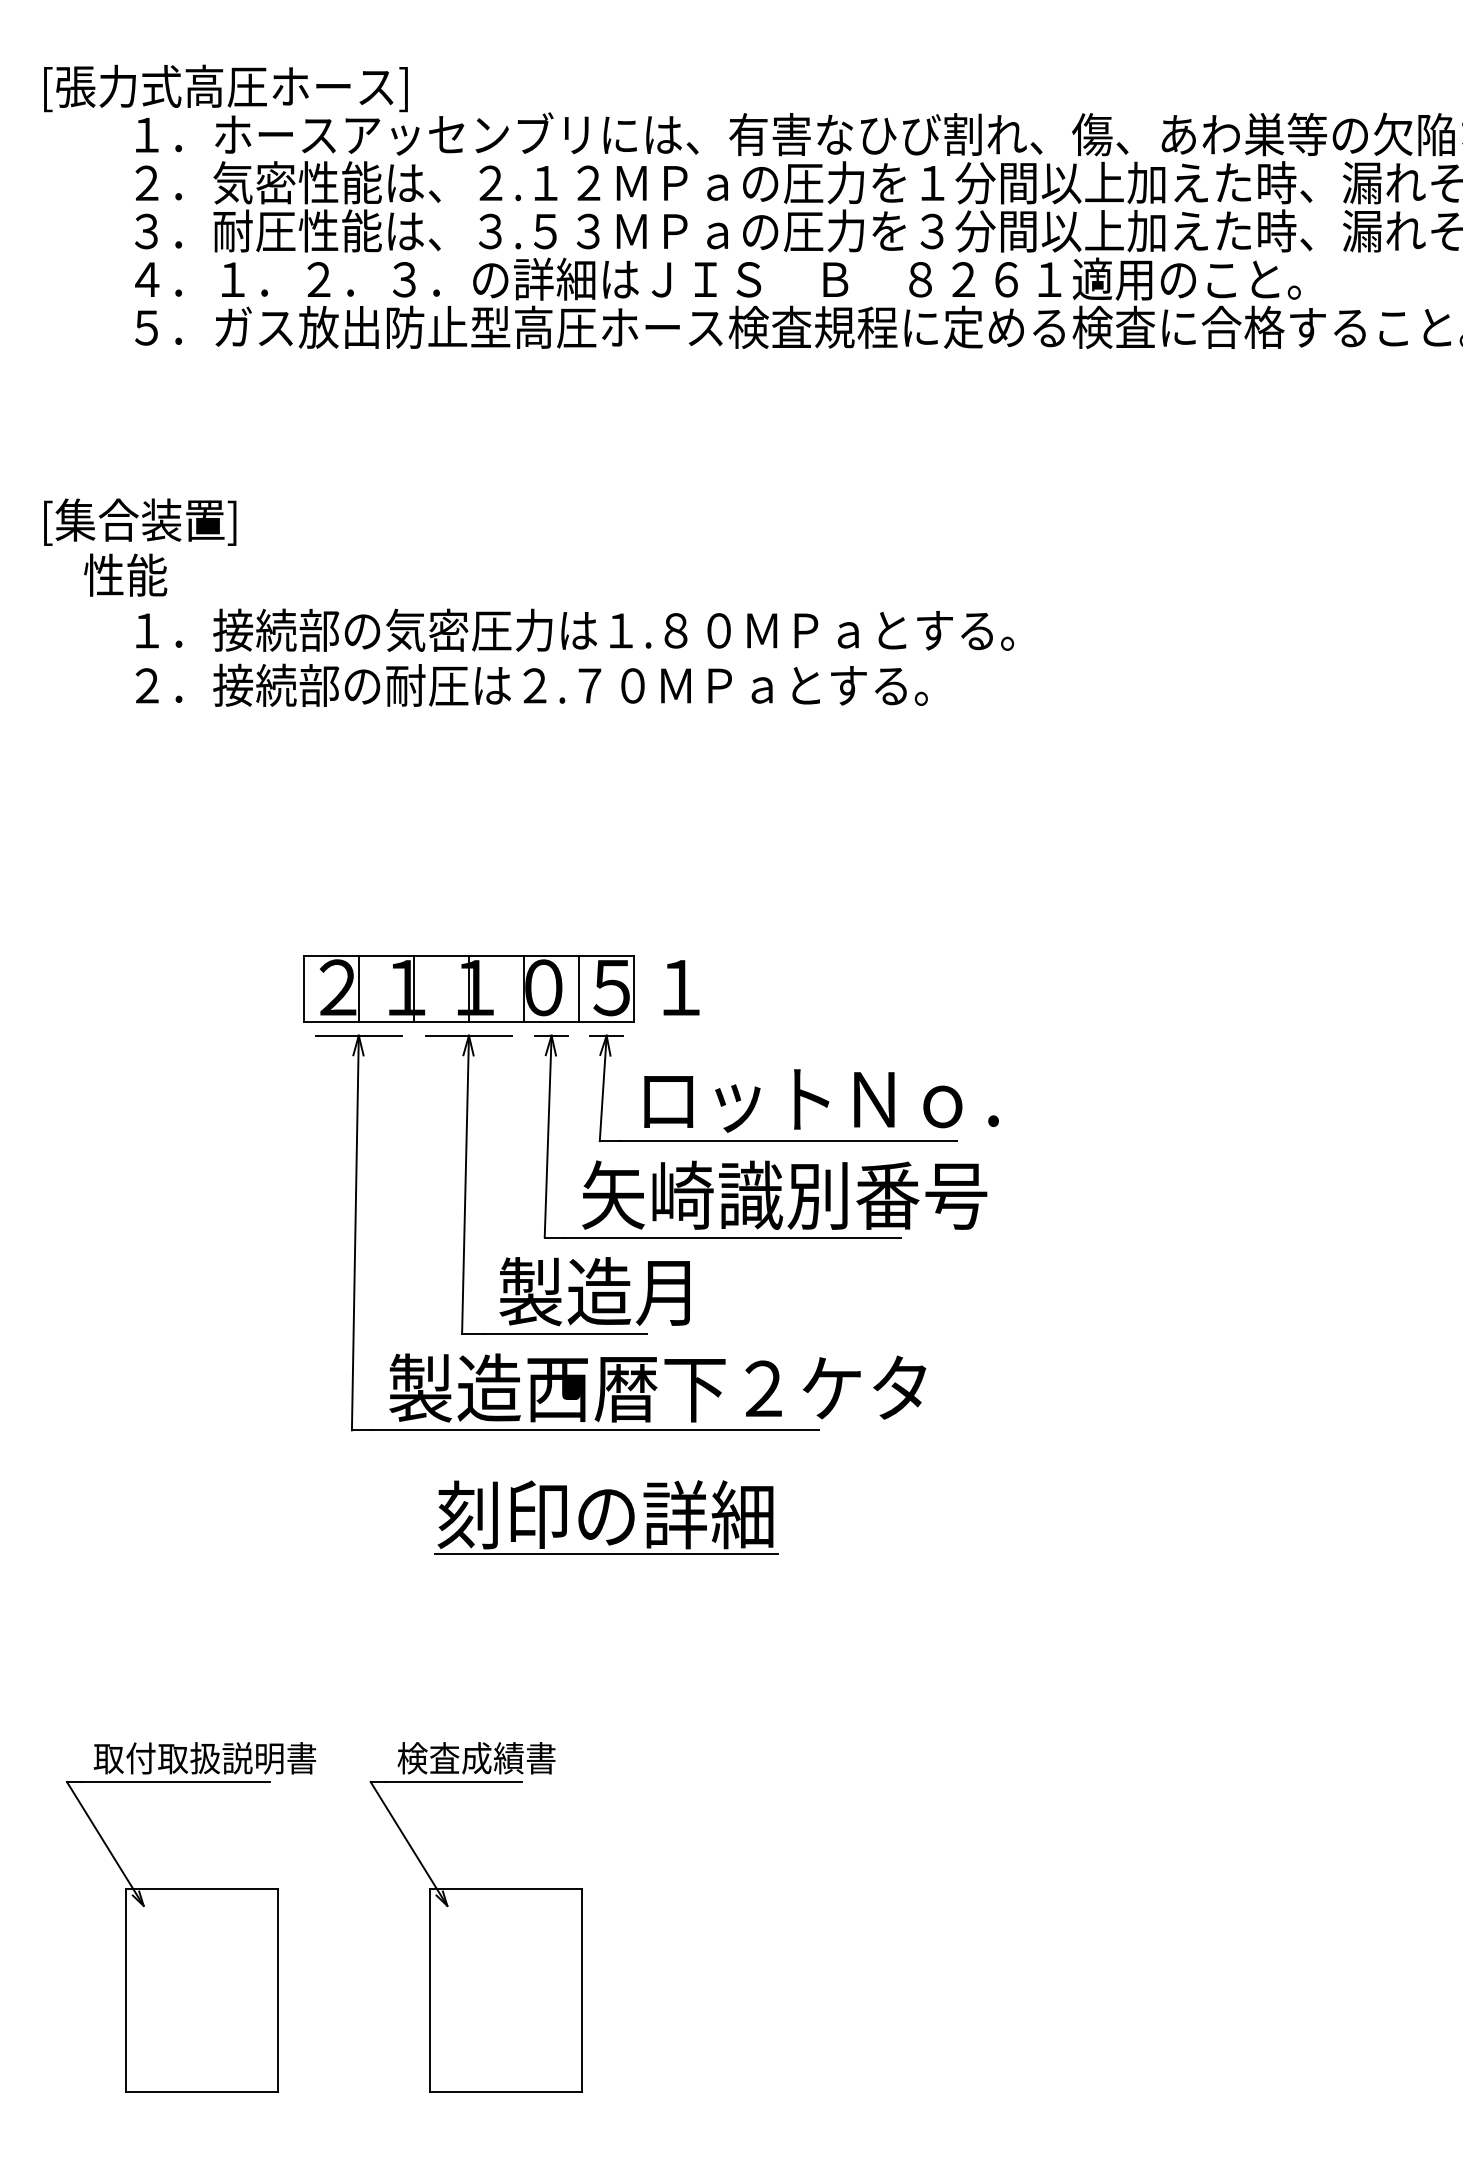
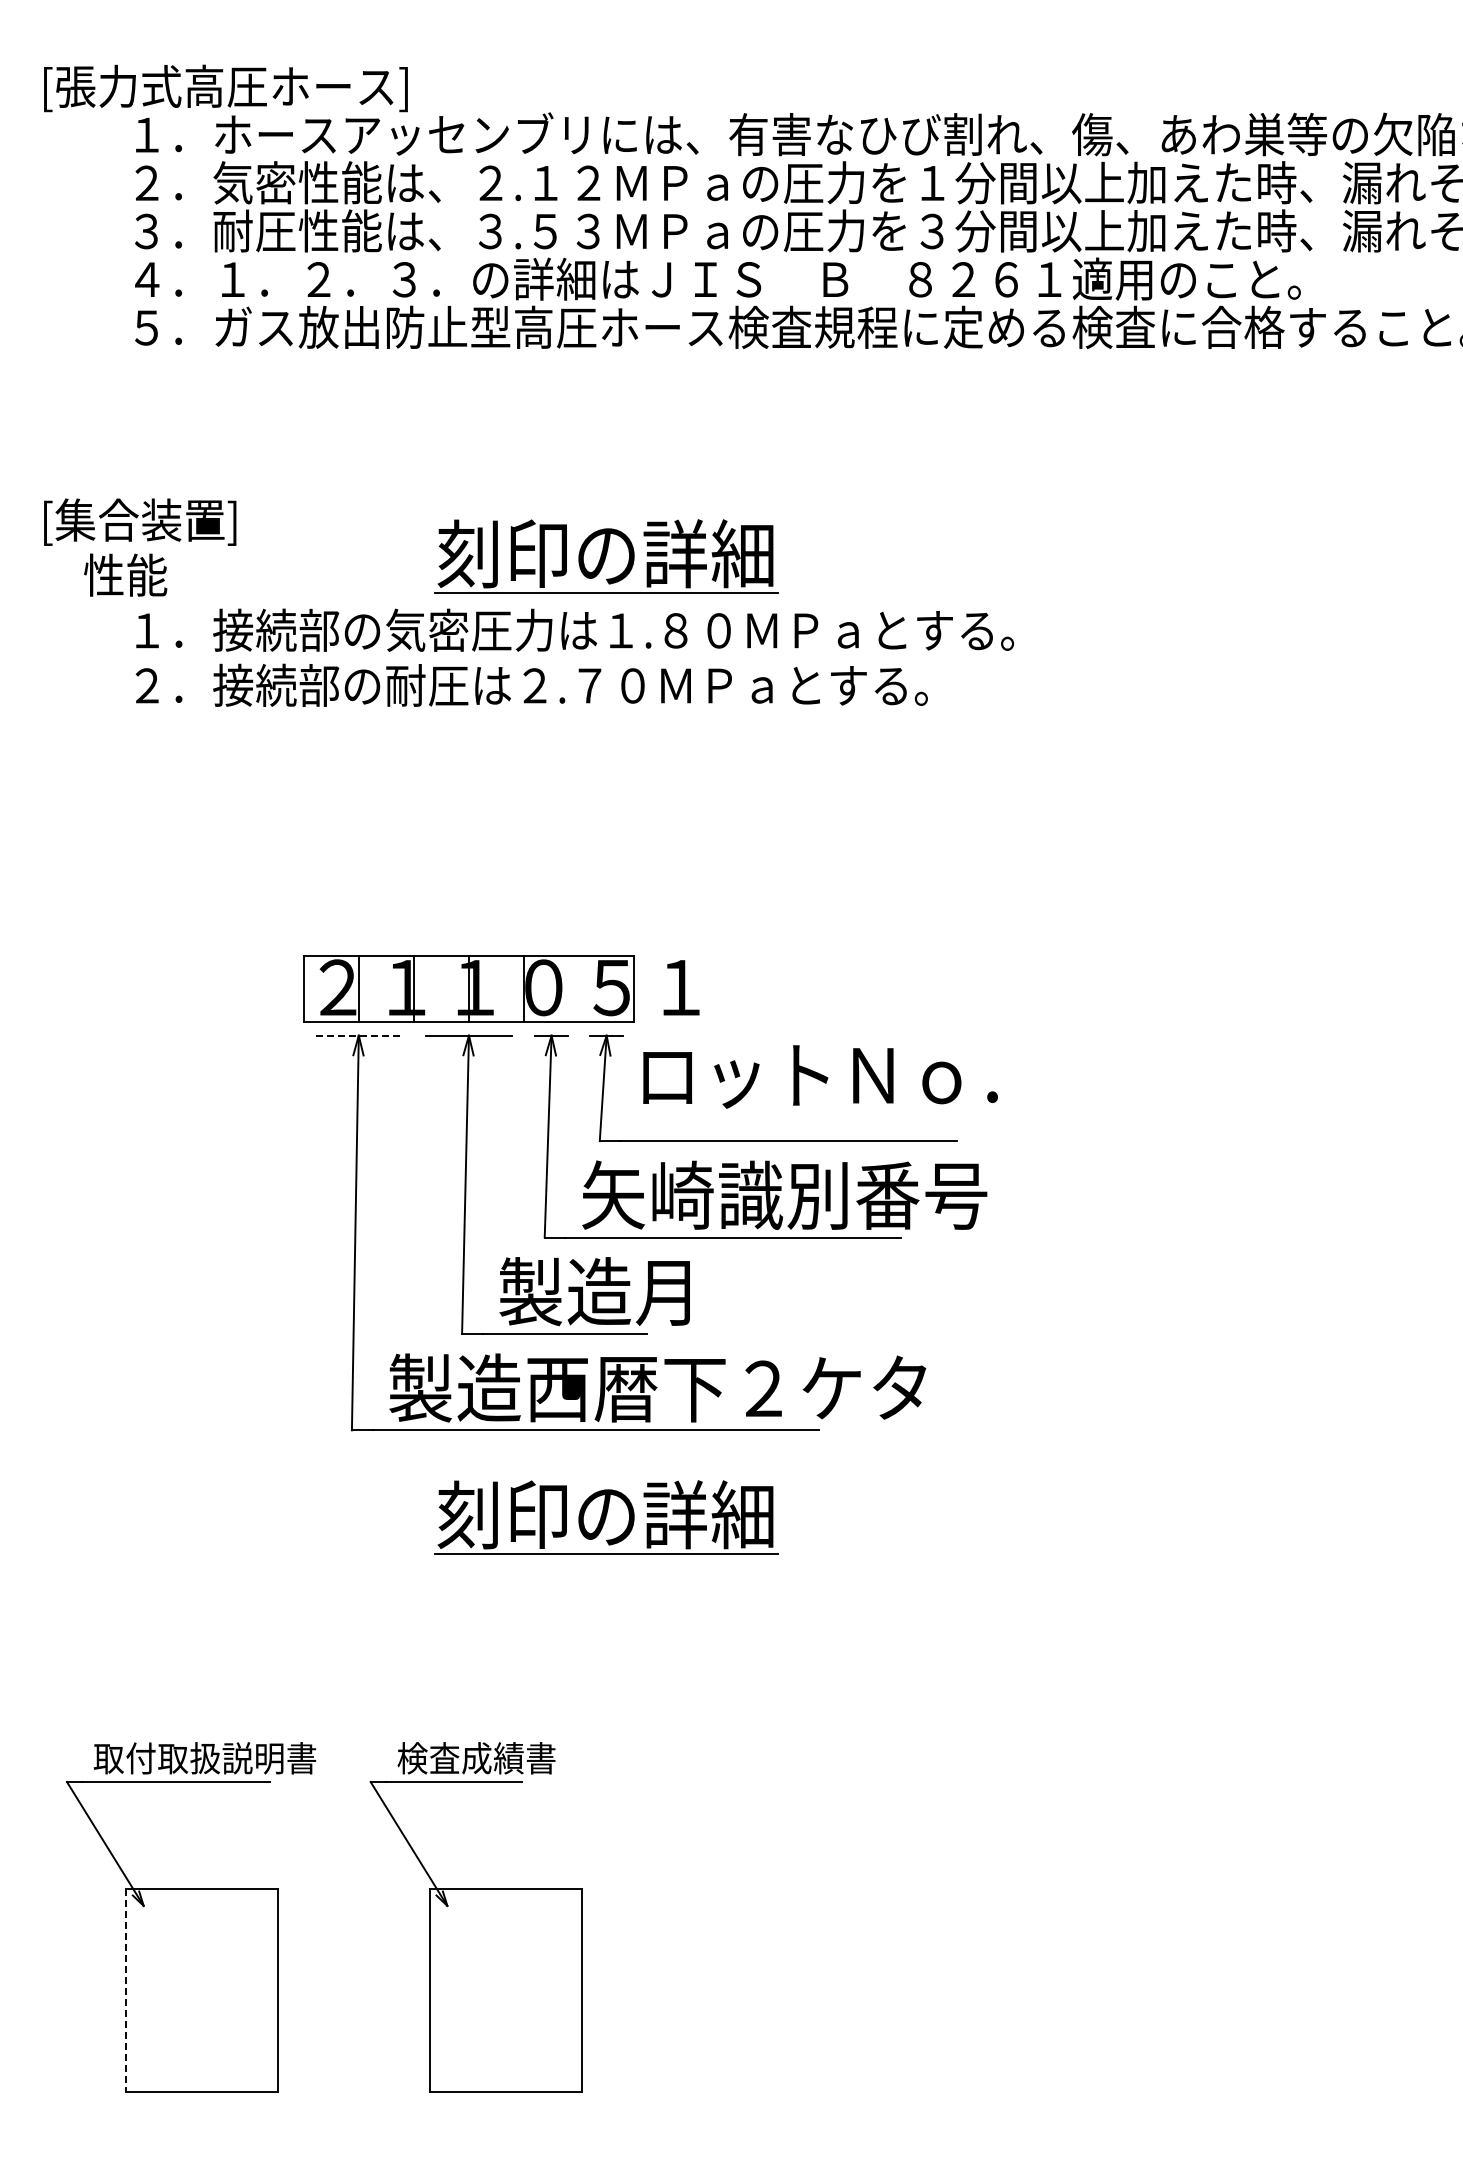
part at (606, 556): none -> present
line at (579, 988): present -> none
line at (359, 1035): solid -> dashed
text at (821, 1100) position: (821, 1100) -> (820, 1076)
line at (126, 1990): solid -> dashed
